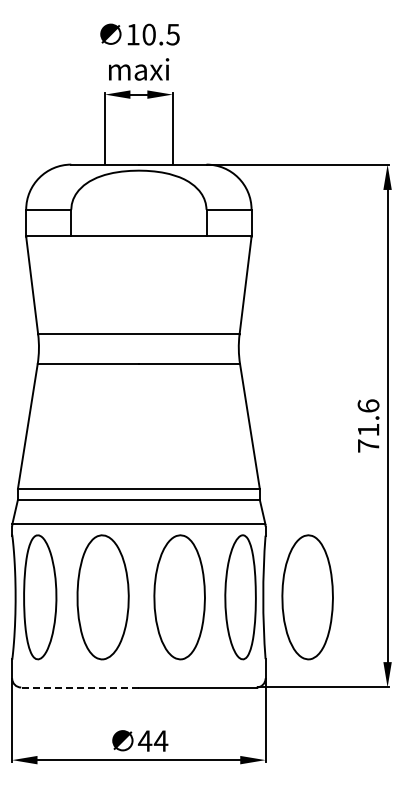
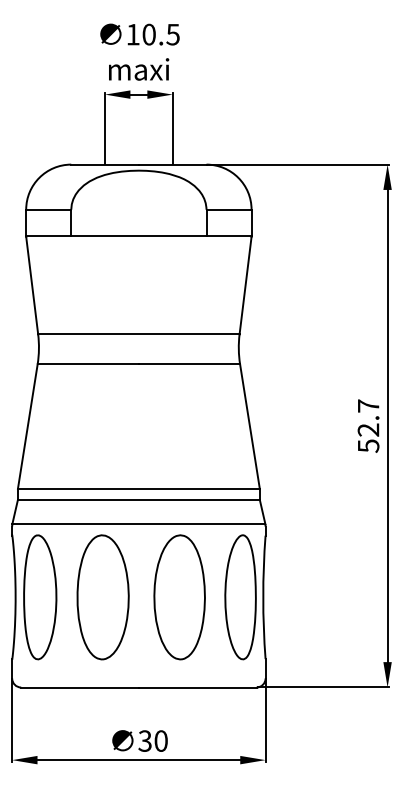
text at (368, 425): 71.6 -> 52.7
part at (307, 597): present -> none
line at (80, 687): dashed -> solid
text at (152, 740): 44 -> 30
